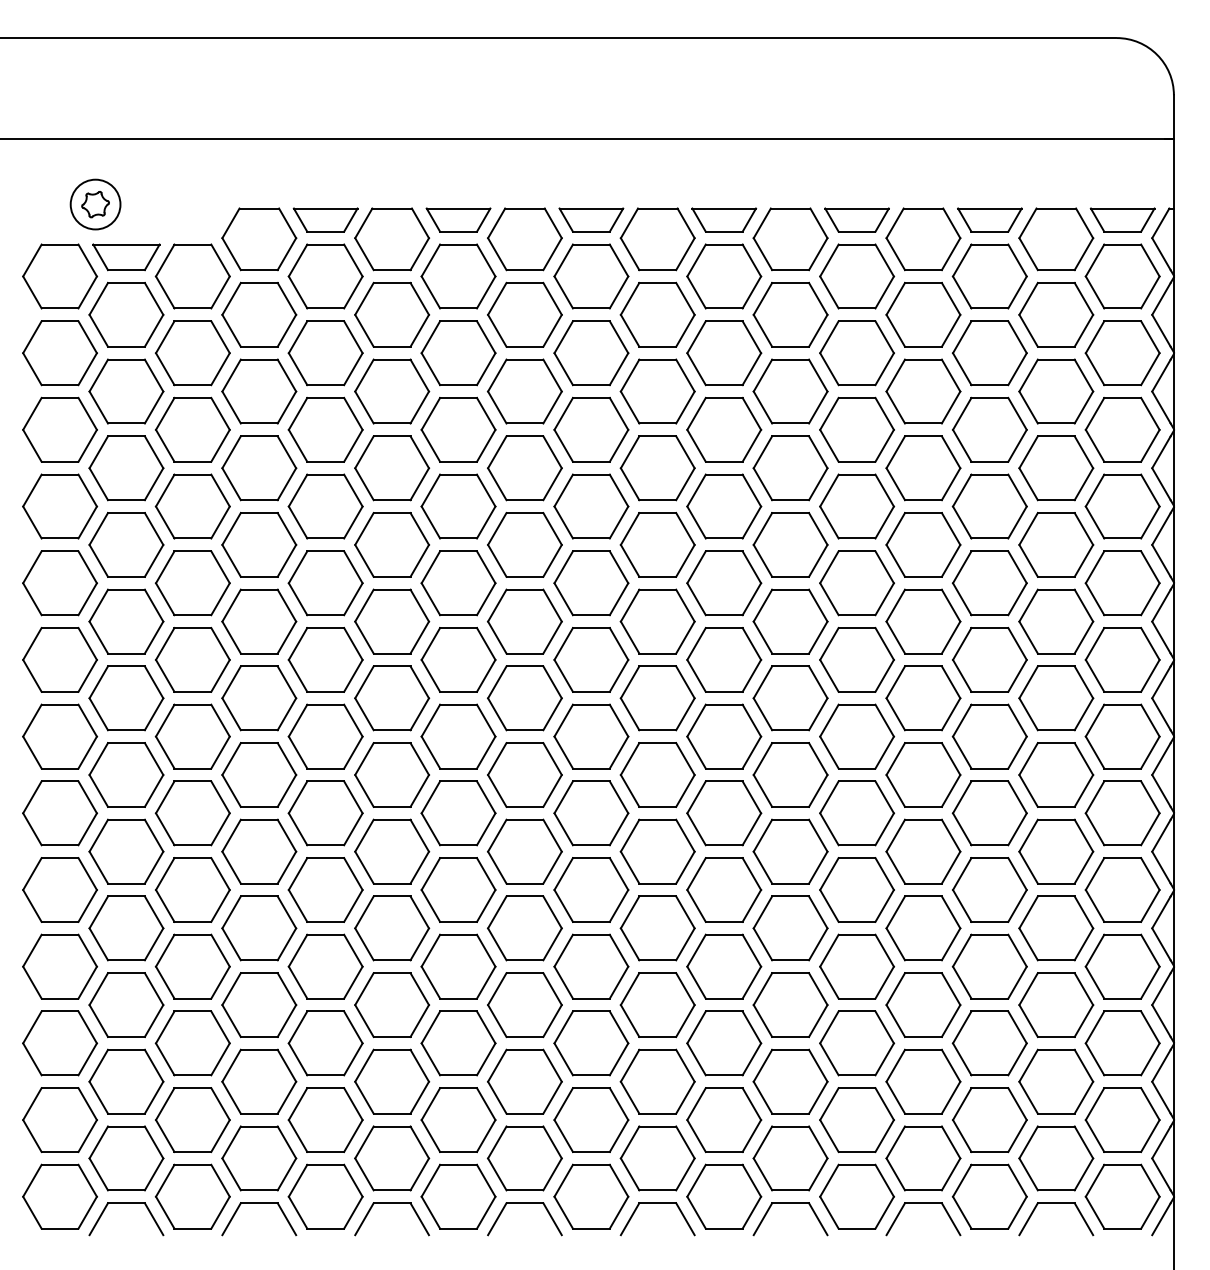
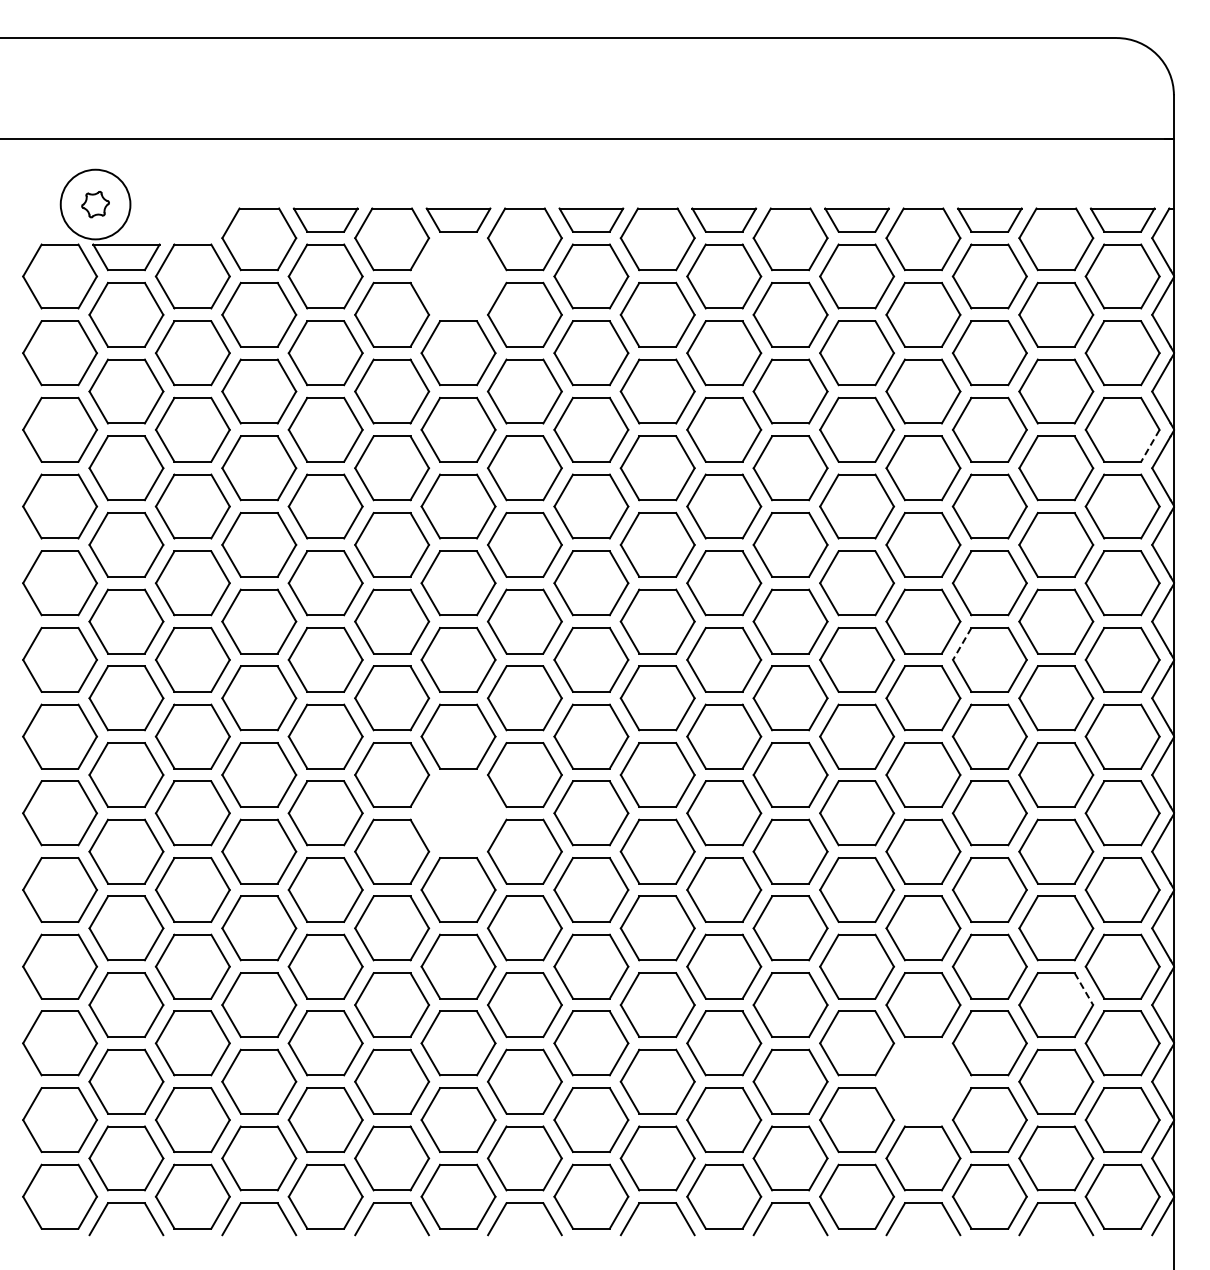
circle at (95, 204) diameter: 50 px -> 70 px
part at (458, 276): present -> none
line at (1150, 446): solid -> dashed
line at (961, 644): solid -> dashed
part at (458, 813): present -> none
line at (1084, 989): solid -> dashed
part at (923, 1081): present -> none
